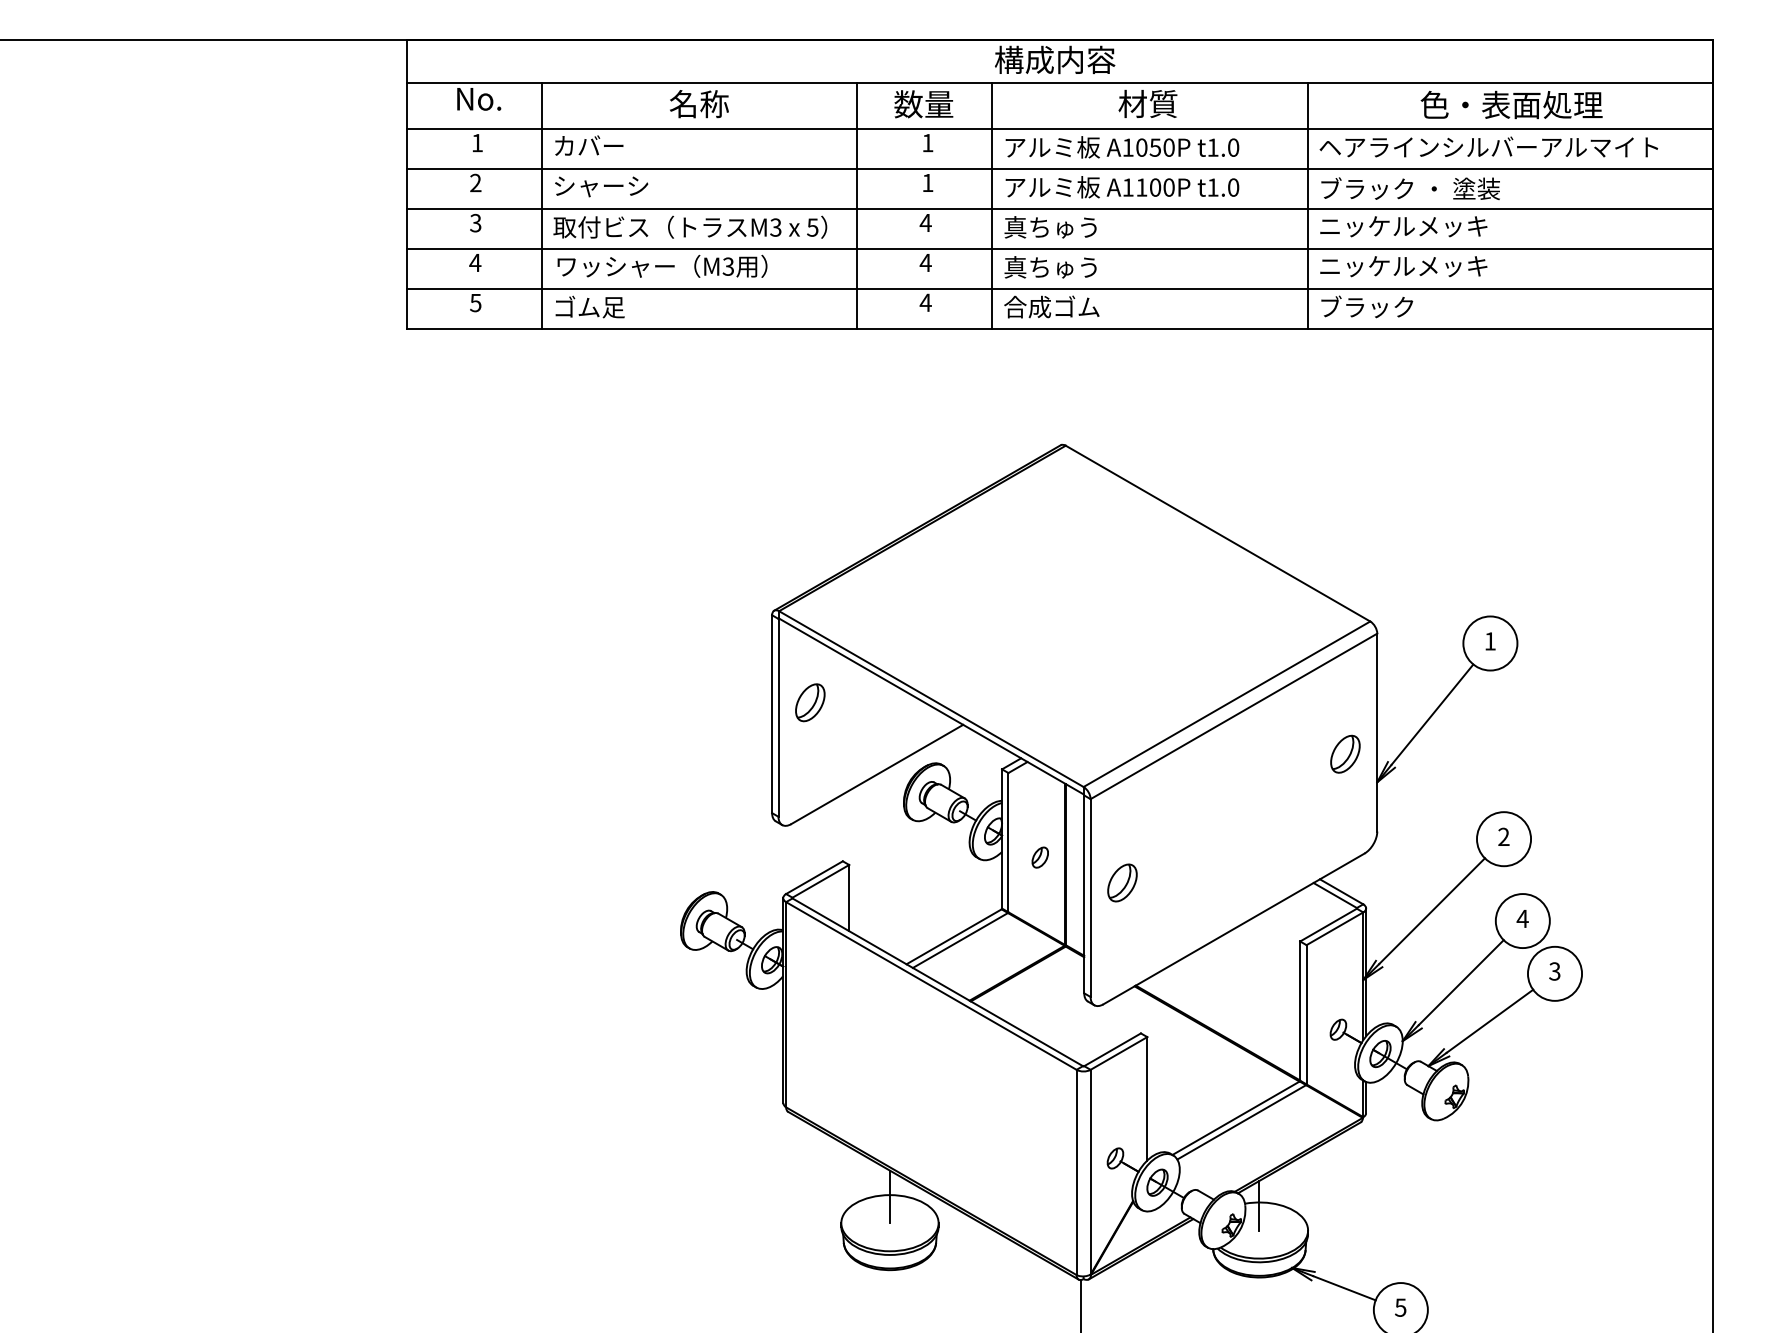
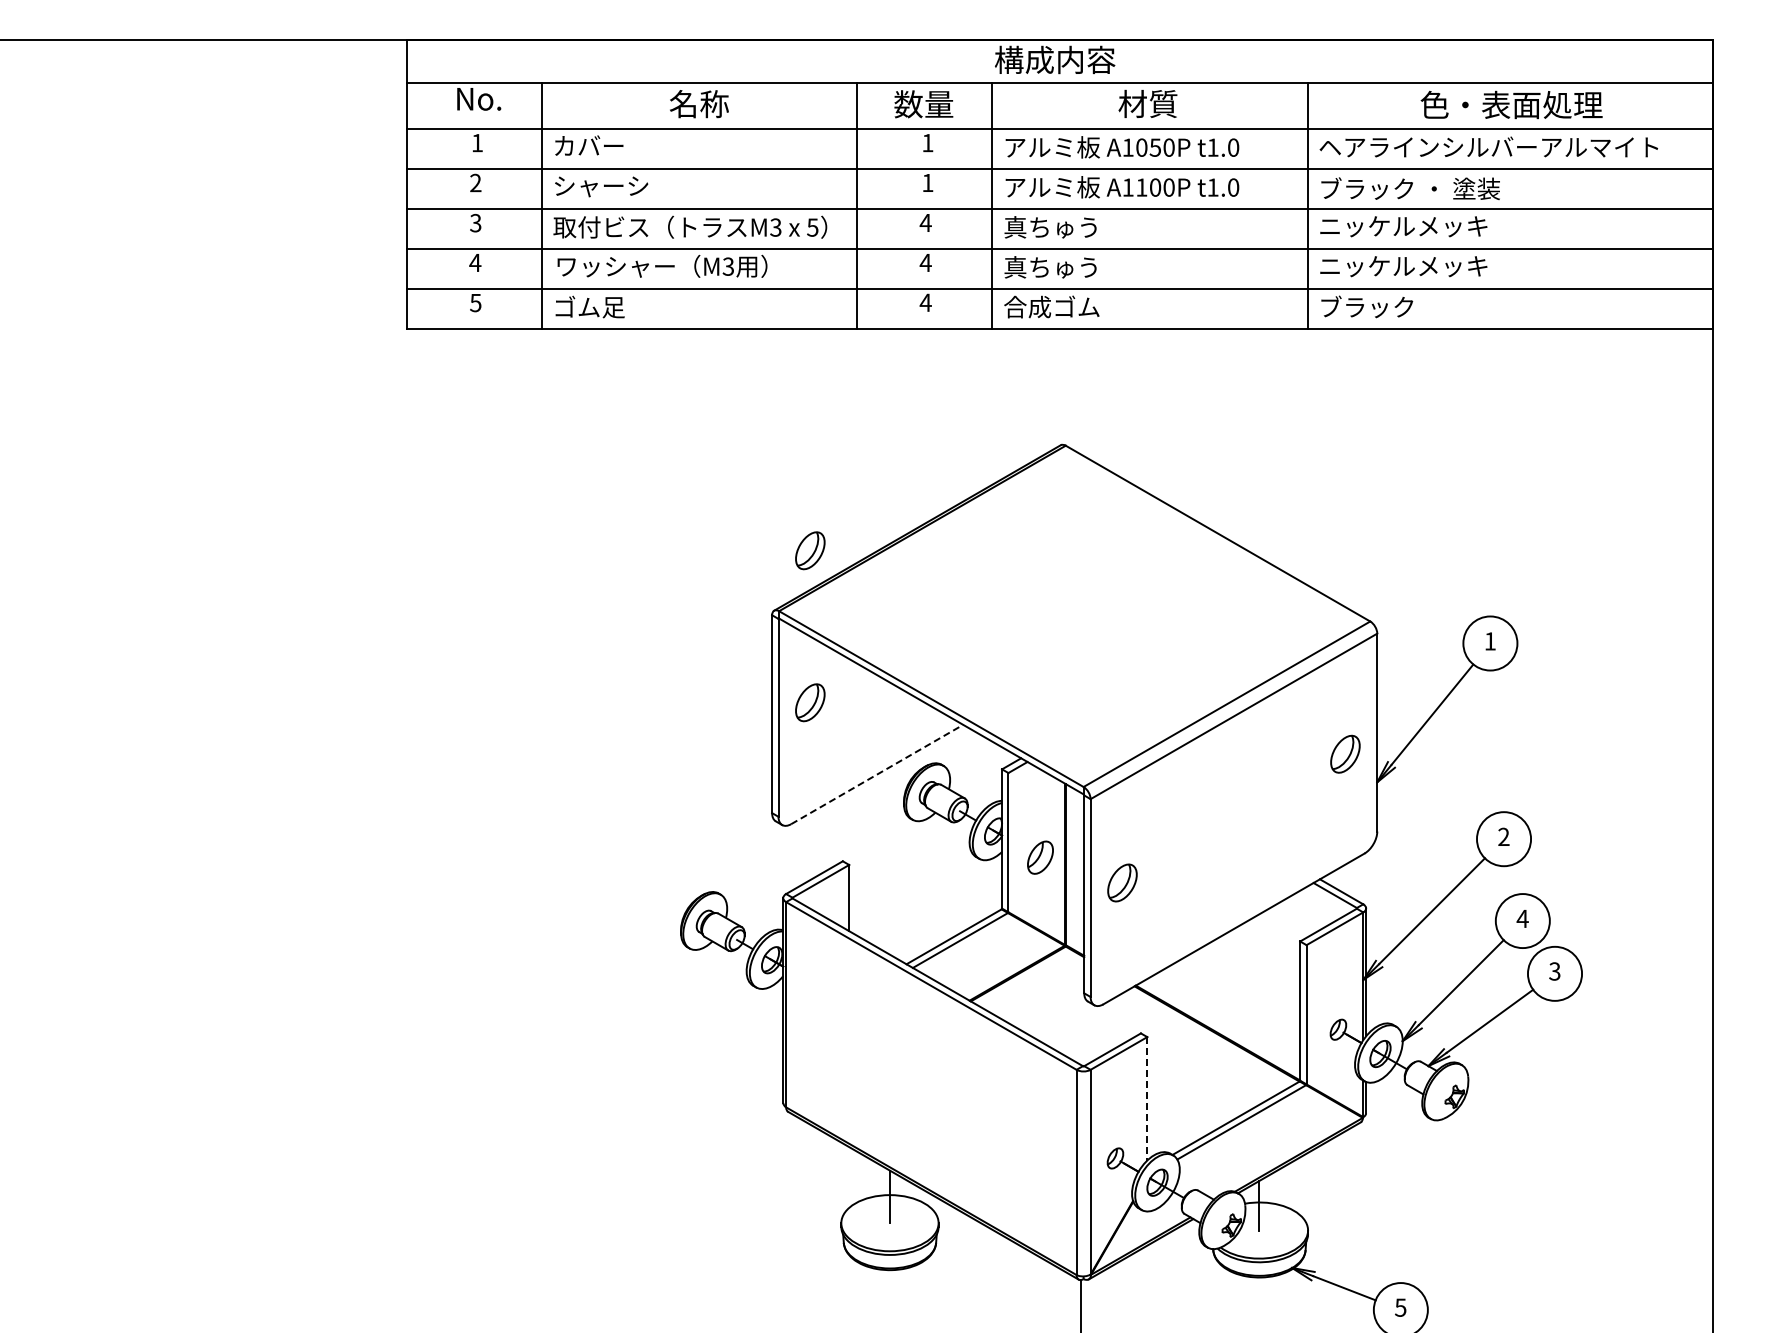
part at (810, 550): none -> present
line at (877, 774): solid -> dashed
part at (1039, 857) size: 18x23 px -> 27x35 px
line at (1147, 1098): solid -> dashed
